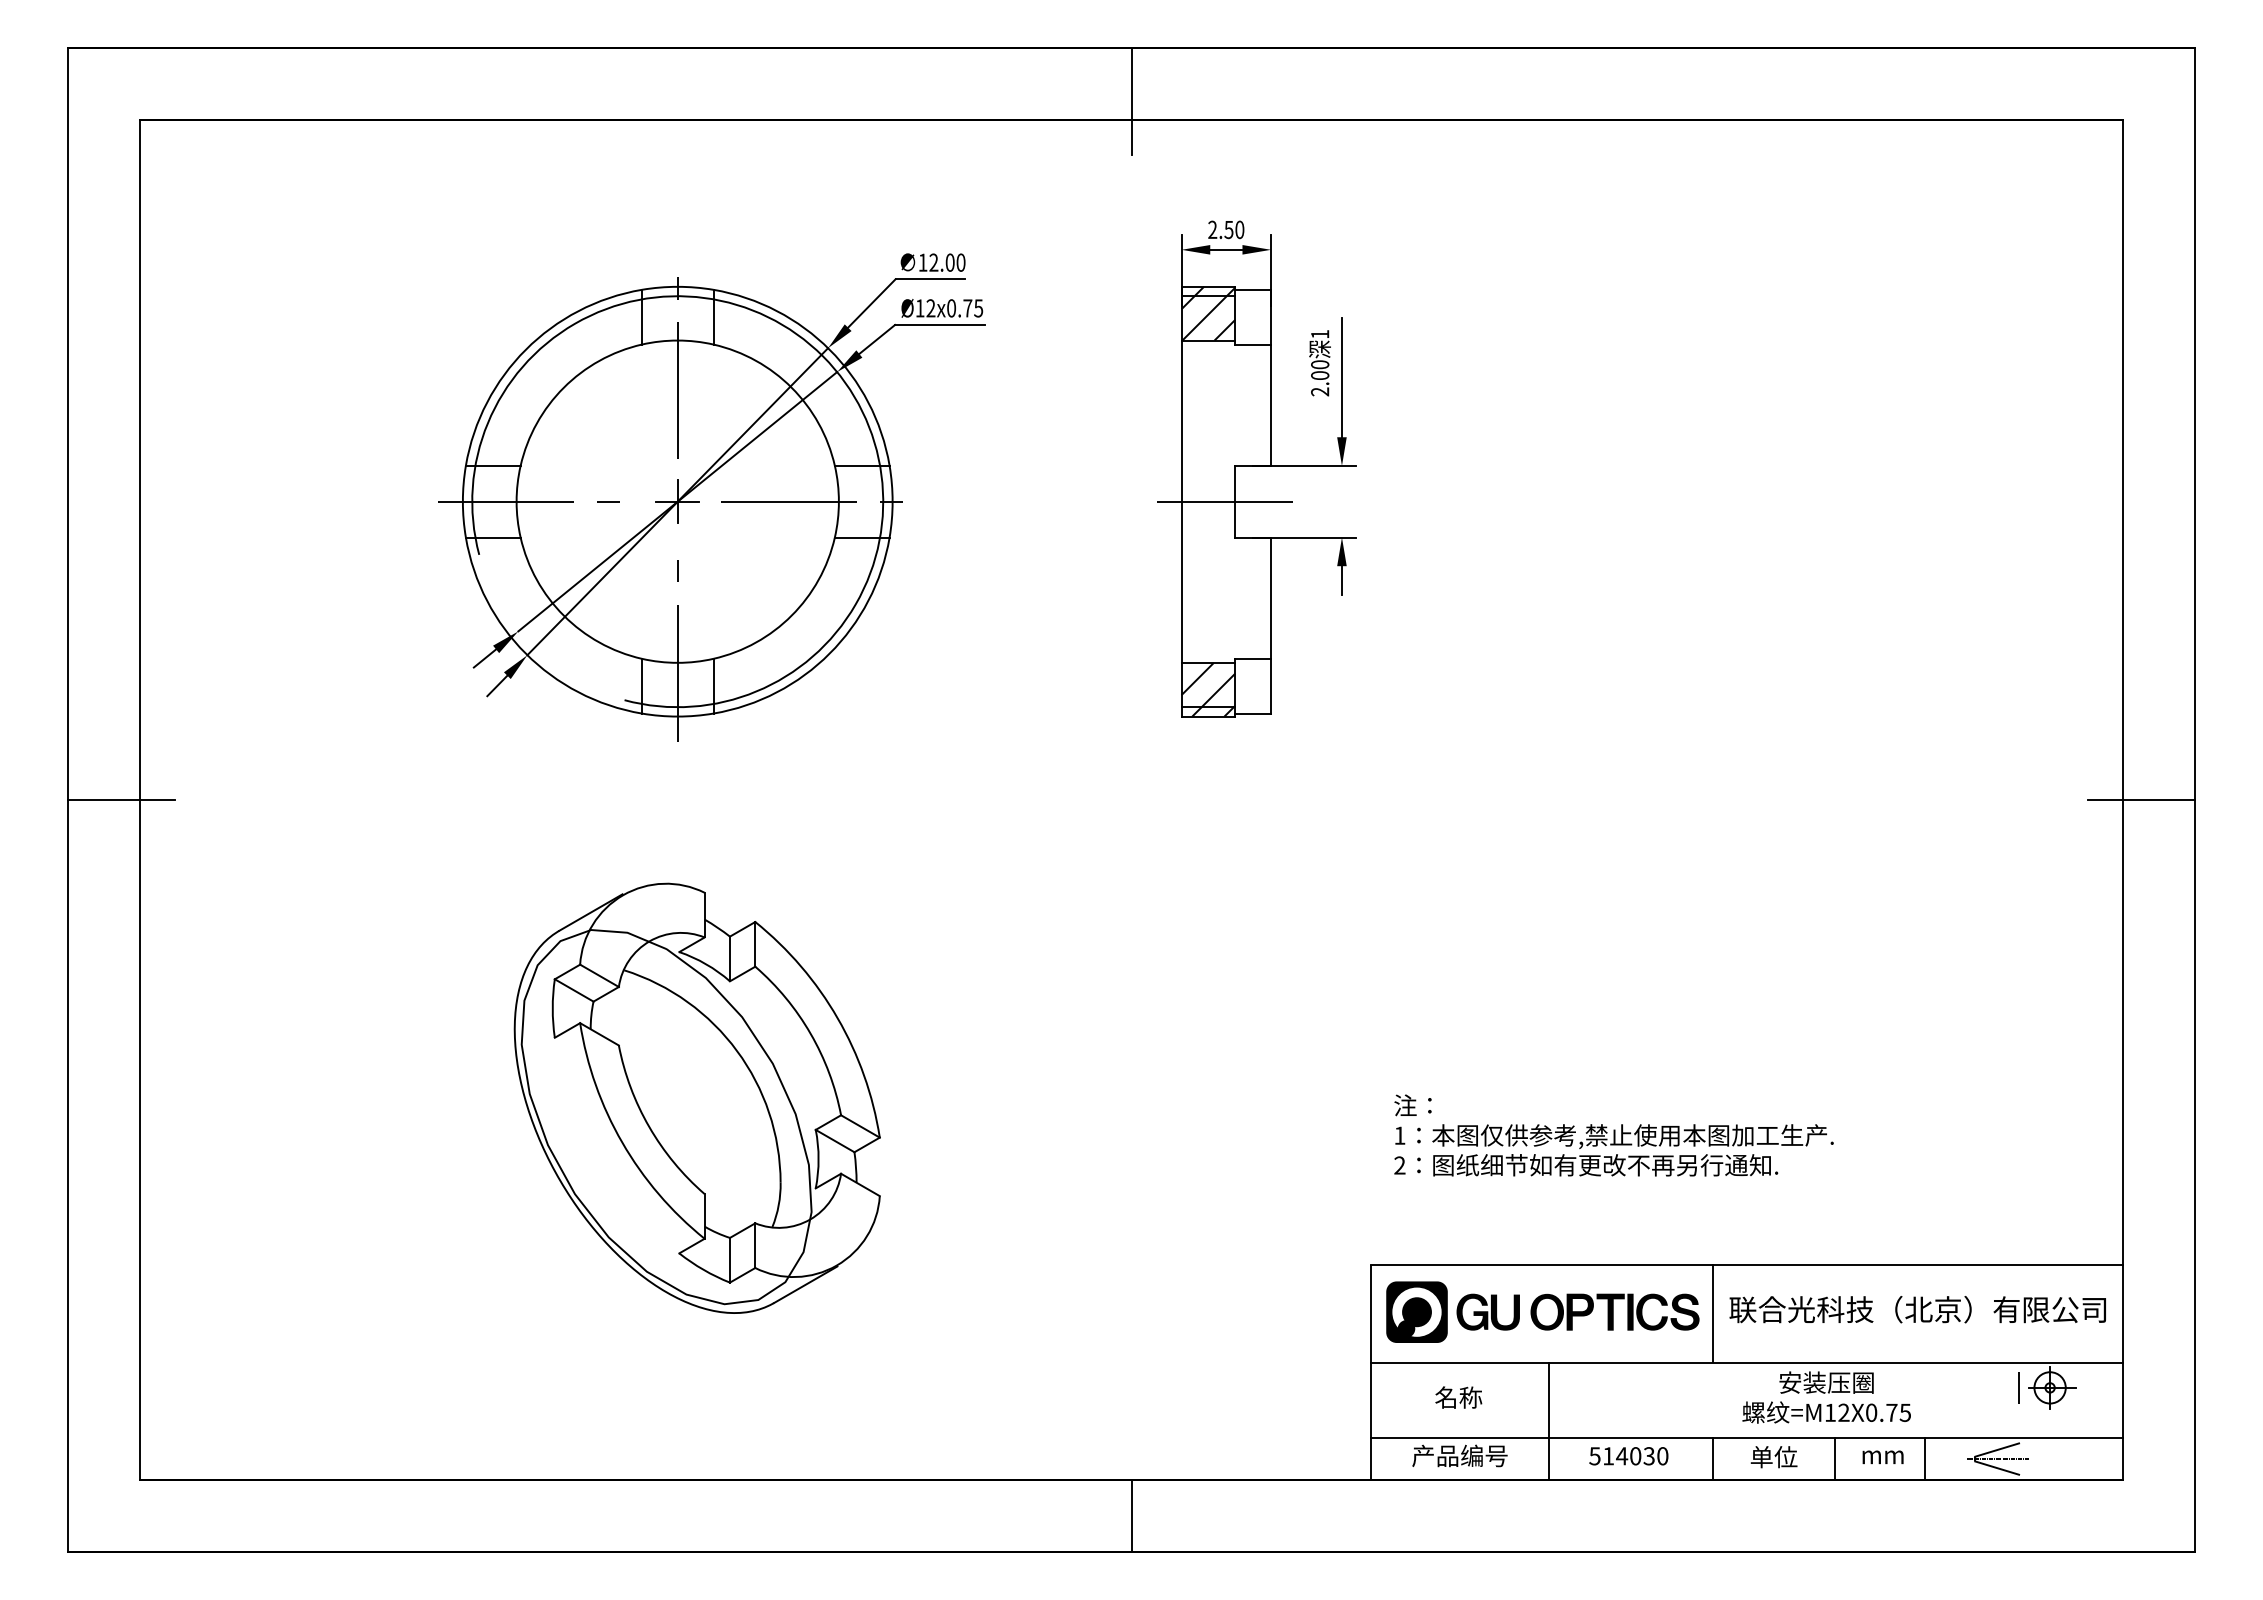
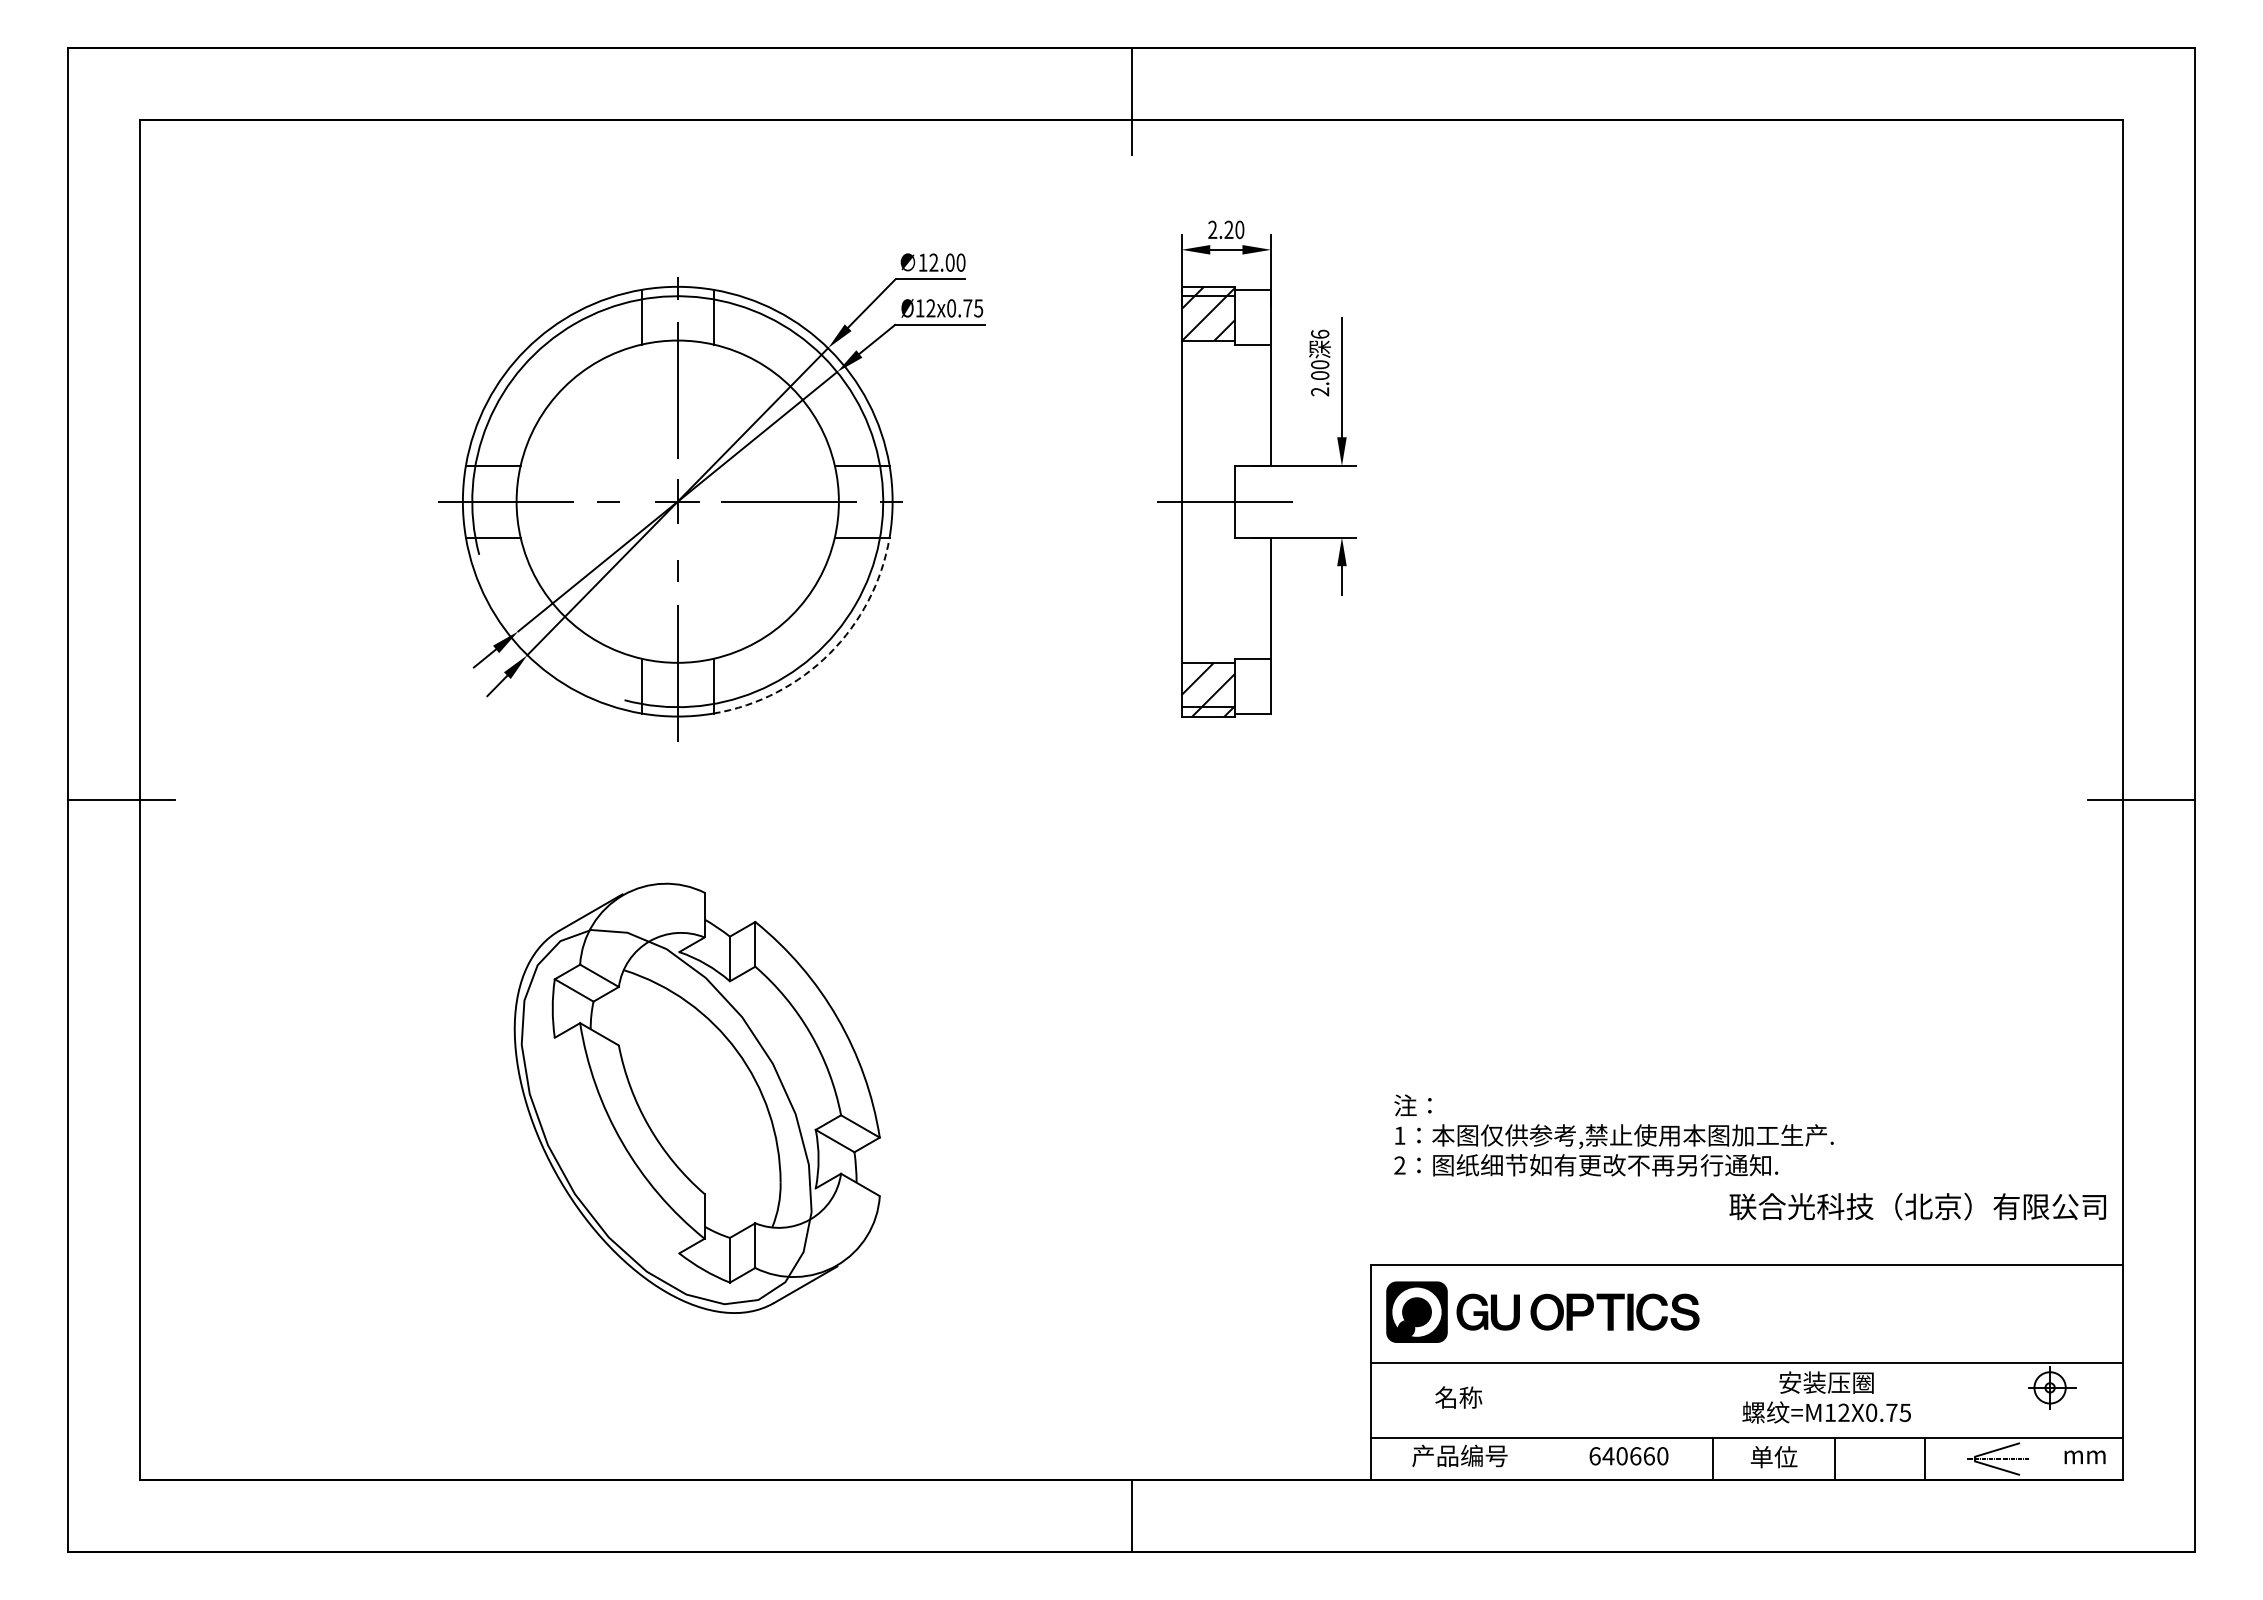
text at (1228, 229): 2.50 -> 2.20
text at (1320, 333): 1 -> 6
arc at (829, 653): solid -> dashed
text at (1917, 1309) position: (1917, 1309) -> (1917, 1206)
line at (1712, 1313): present -> none
line at (2019, 1387): present -> none
line at (1548, 1421): present -> none
text at (1621, 1456): 514030 -> 640660
text at (1882, 1457) position: (1882, 1457) -> (2084, 1457)
